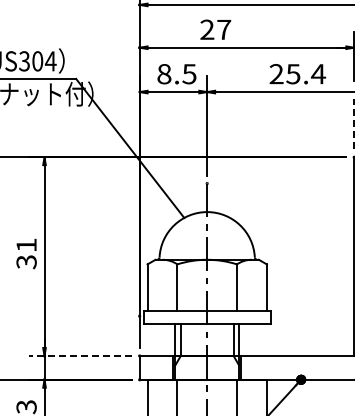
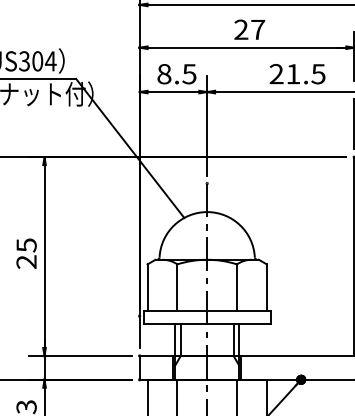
text at (215, 29) position: (215, 29) -> (249, 29)
text at (306, 74): 25.4 -> 21.5
line at (354, 124): dashed -> solid
text at (26, 253): 31 -> 25
line at (80, 355): dashed -> solid
